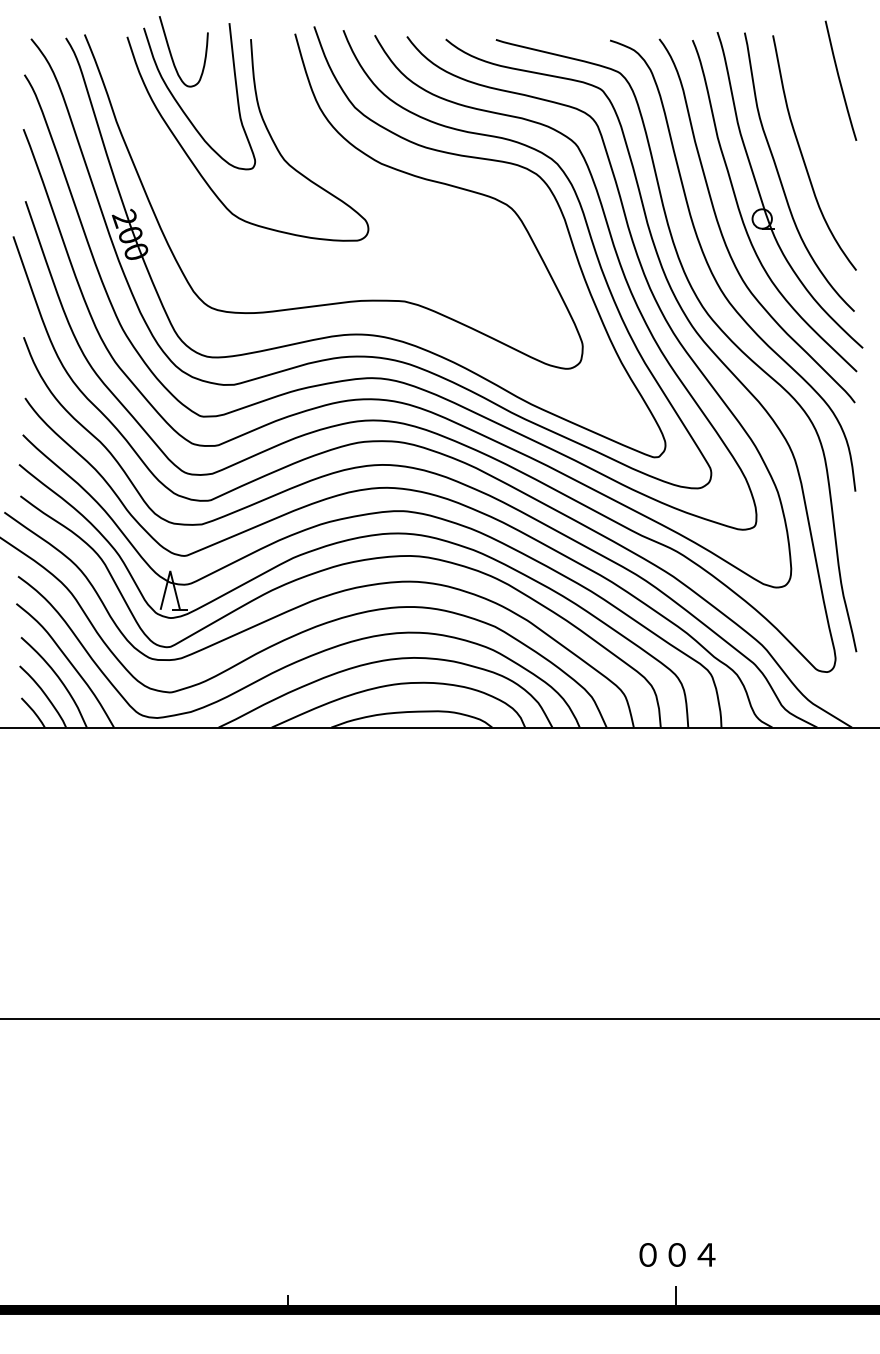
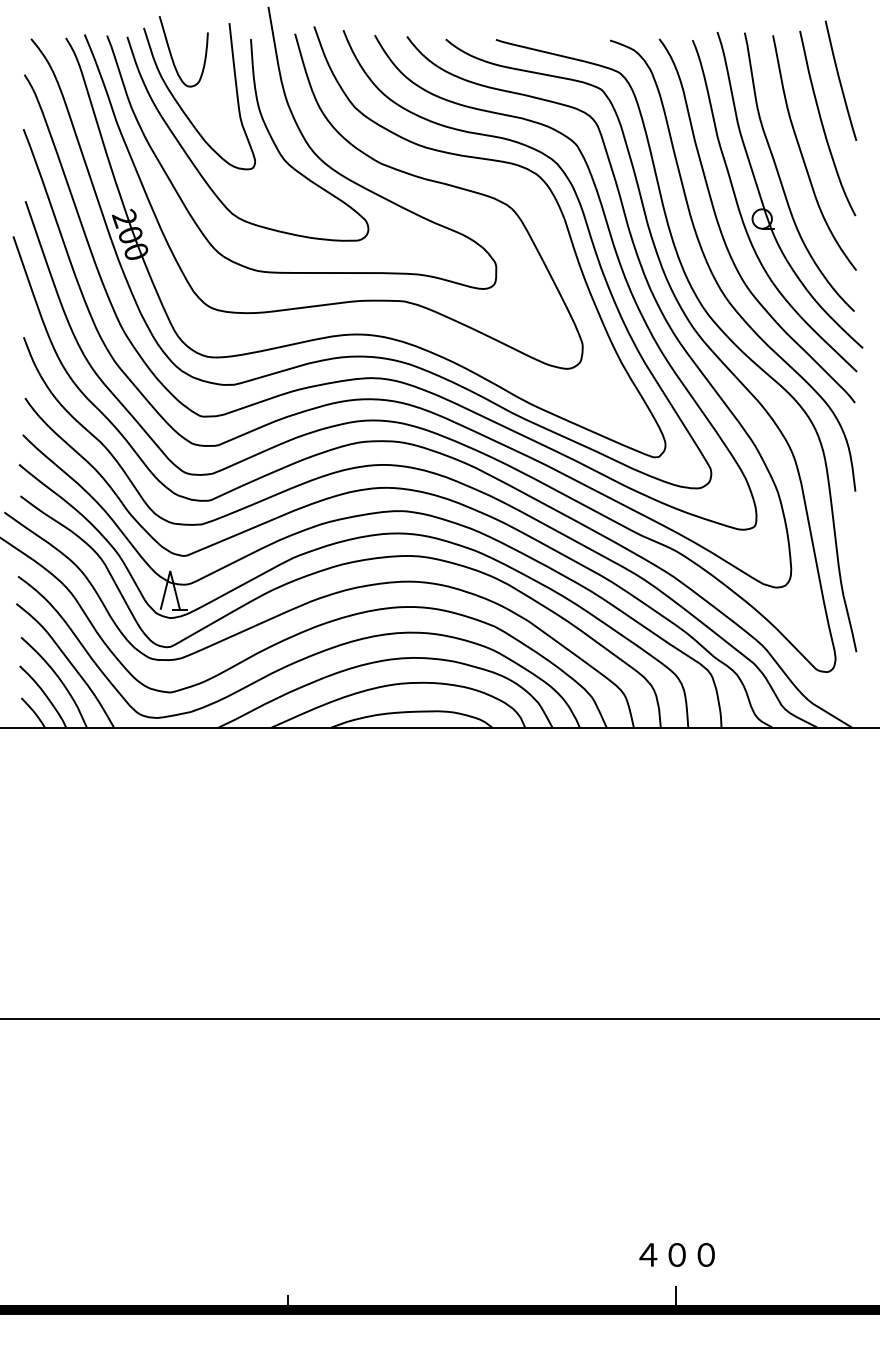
curve at (823, 124): none -> present
curve at (306, 144): none -> present
text at (648, 1254): ０ -> ４
text at (706, 1254): ４ -> ０
